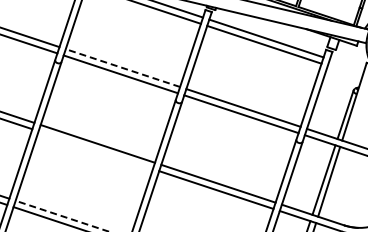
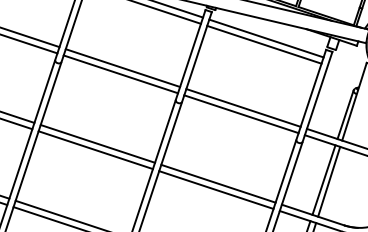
line at (122, 67): dashed -> solid
line at (95, 150): none -> present
line at (61, 216): dashed -> solid
